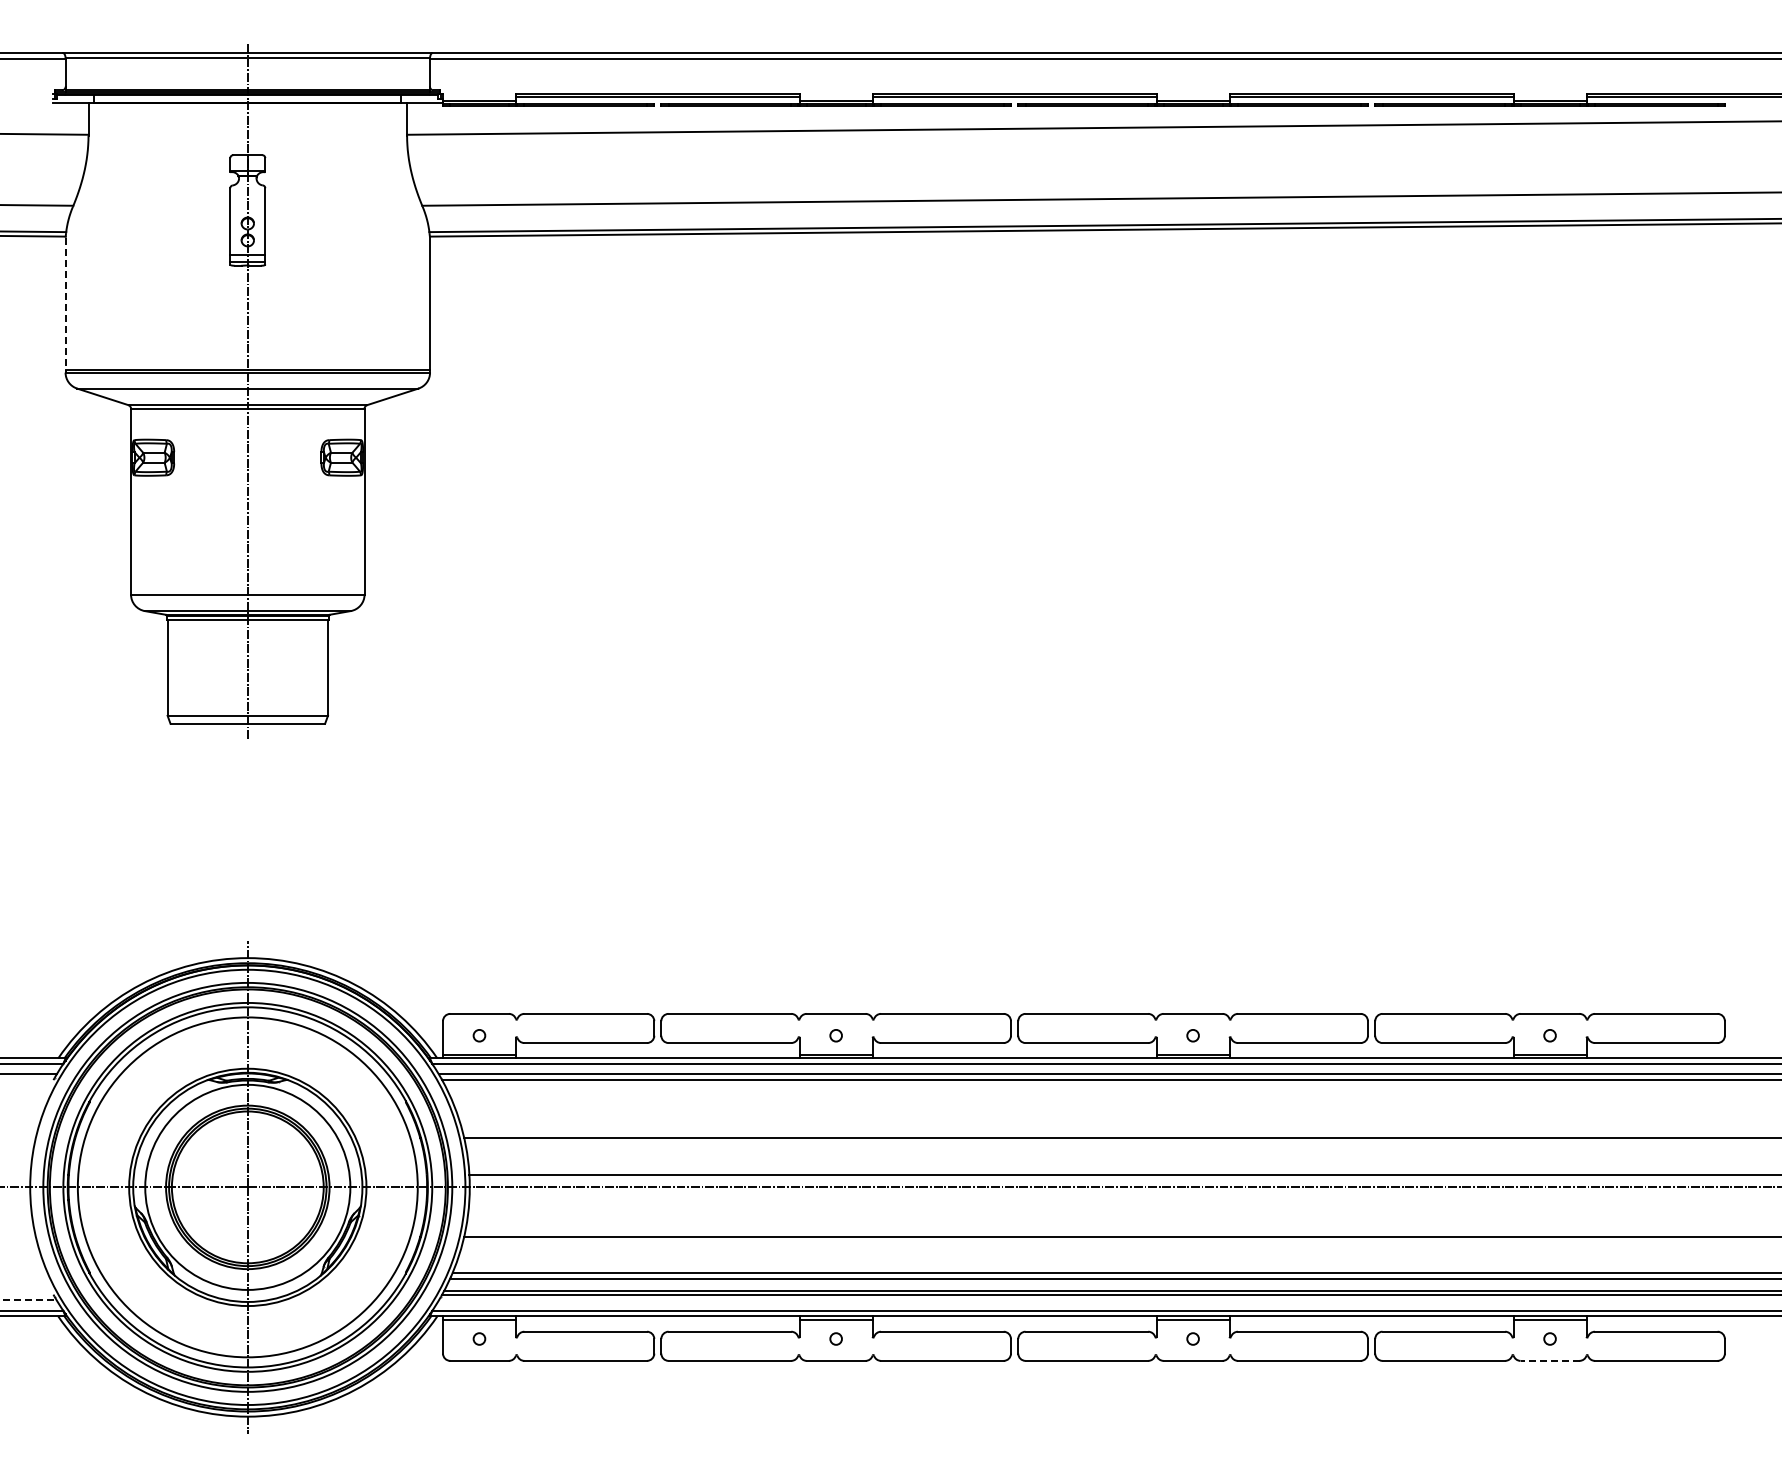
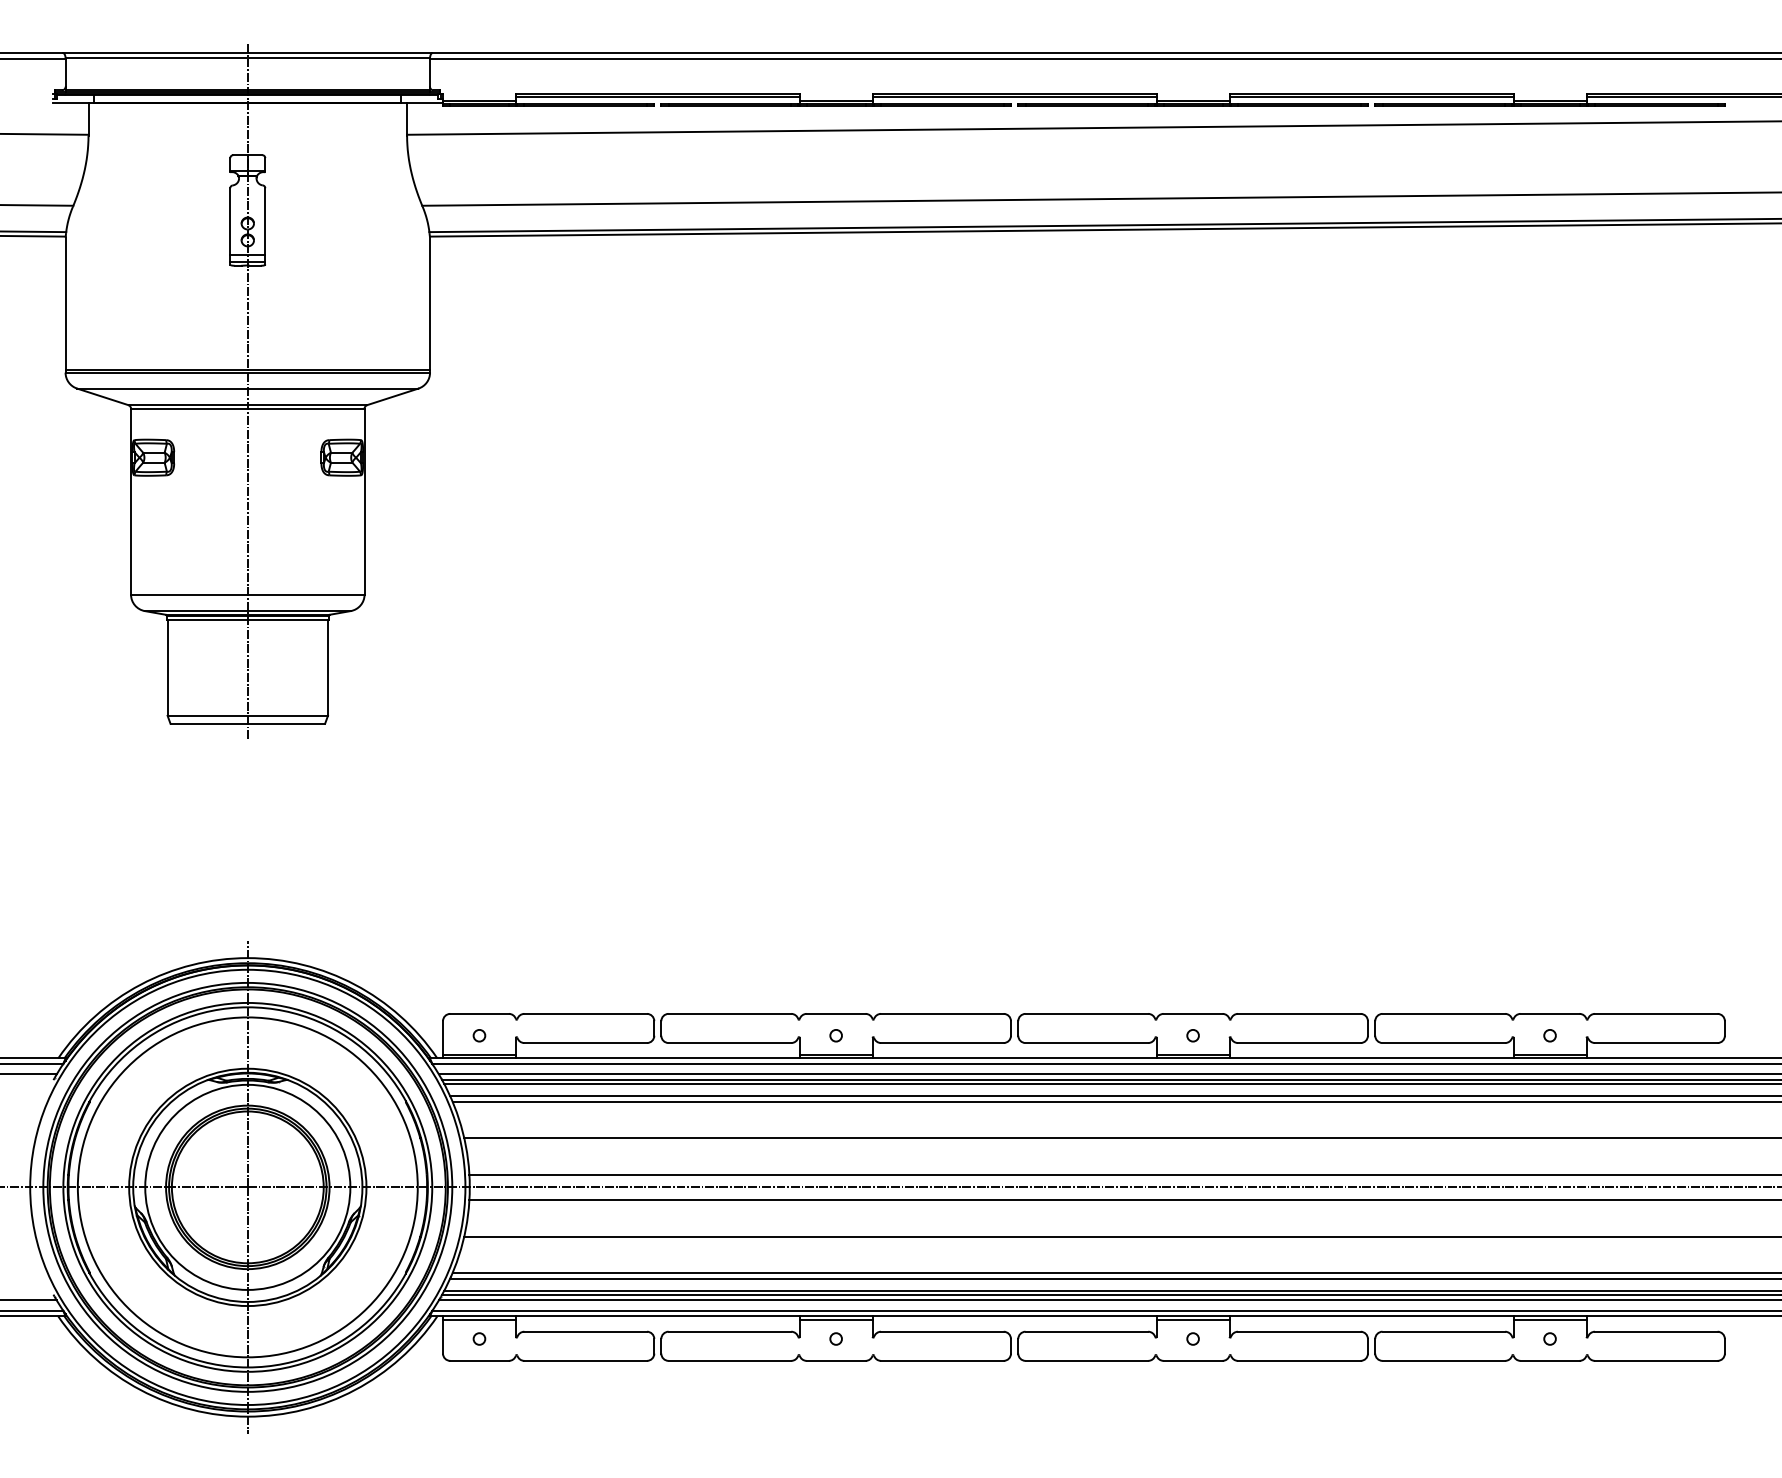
line at (65, 305): dashed -> solid
line at (1111, 1083): none -> present
line at (1114, 1096): none -> present
line at (1115, 1102): none -> present
line at (1123, 1200): none -> present
line at (28, 1300): dashed -> solid
line at (1108, 1300): none -> present
line at (1549, 1360): dashed -> solid
